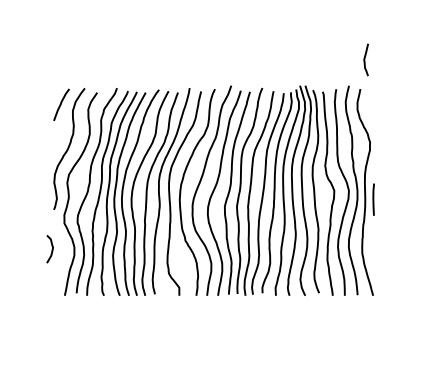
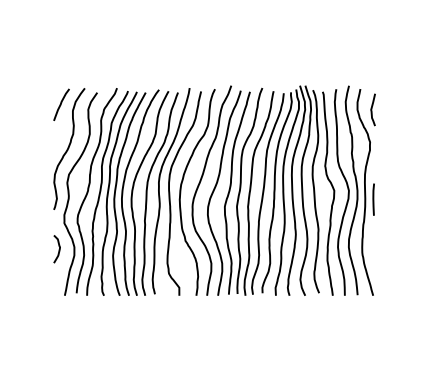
curve at (365, 59) position: (365, 59) -> (372, 109)
curve at (51, 249) position: (51, 249) -> (58, 249)
